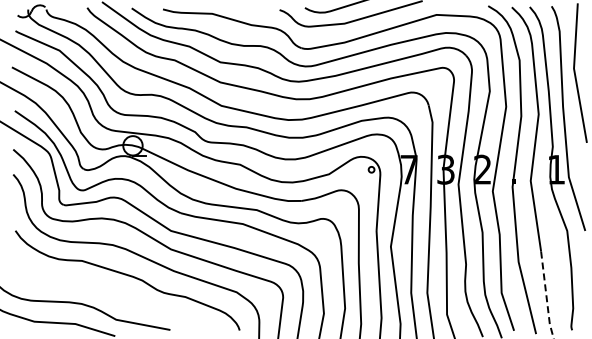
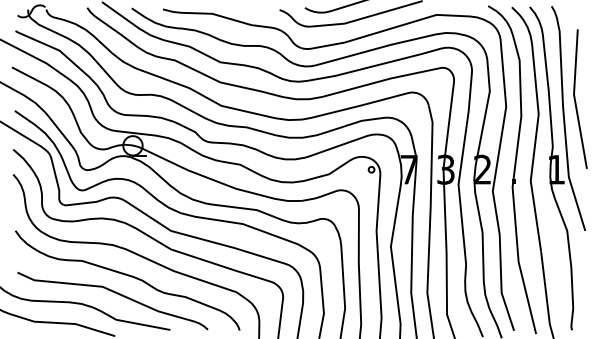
line at (575, 72) position: (575, 72) -> (575, 98)
curve at (115, 293): none -> present
line at (546, 296): dashed -> solid
